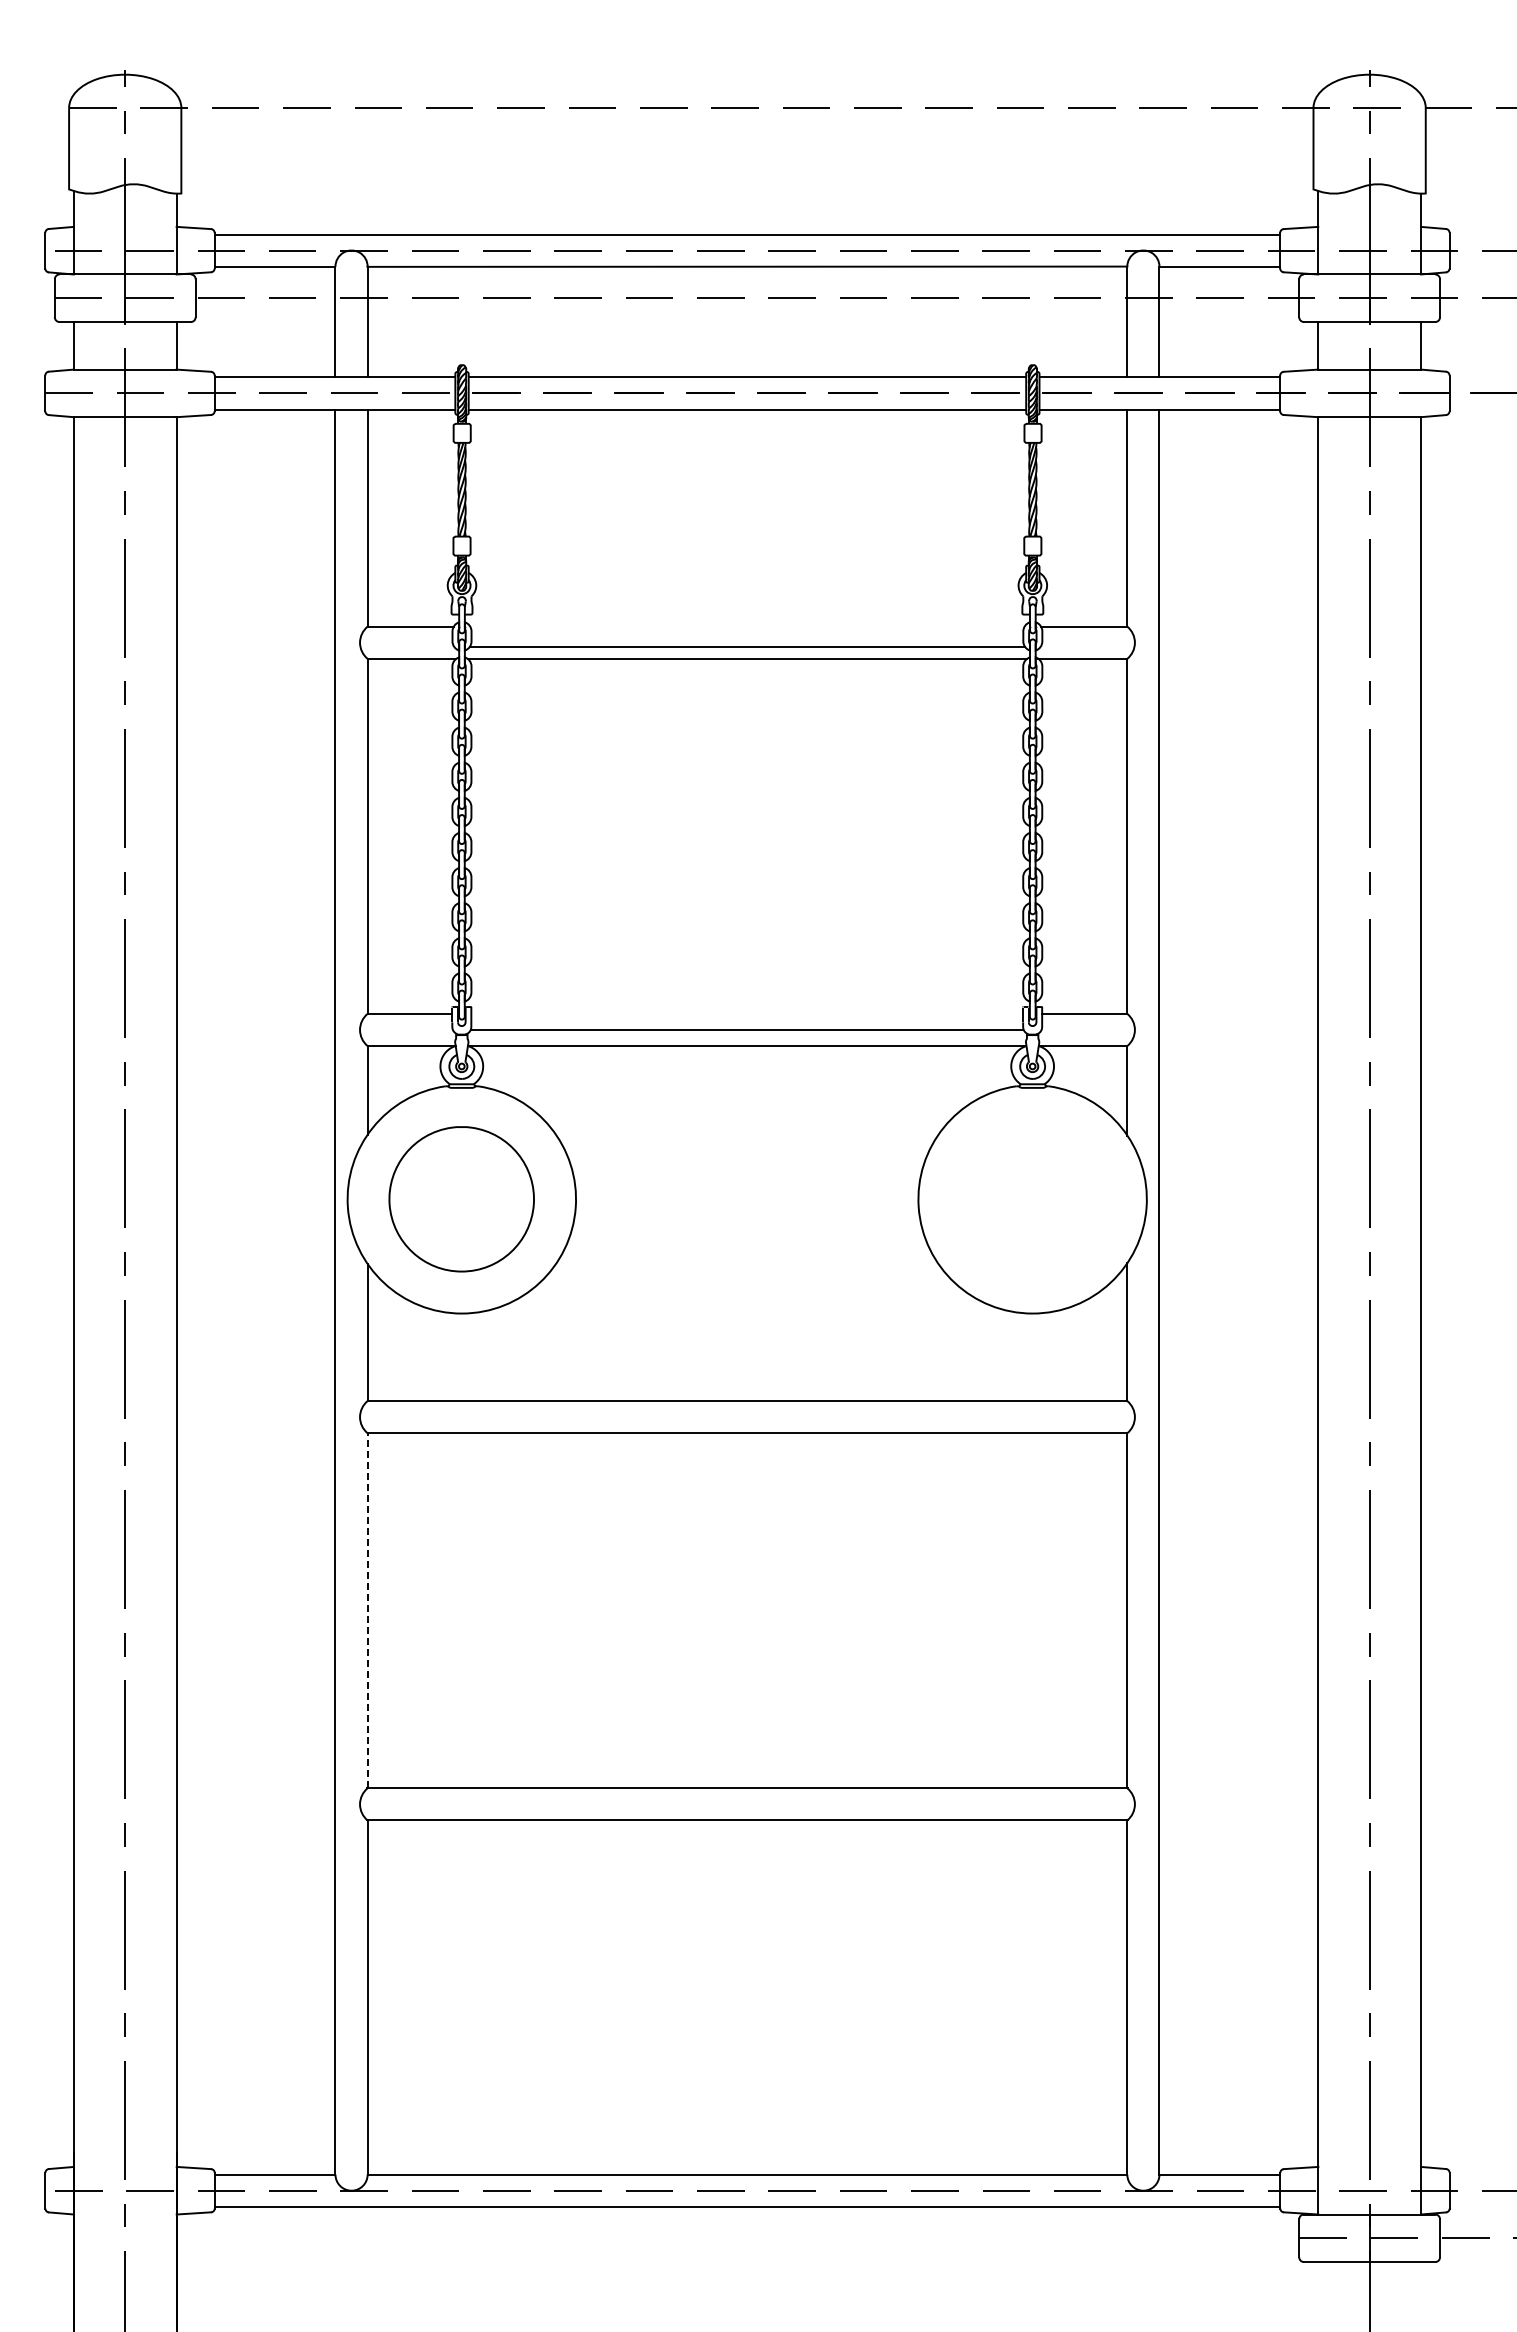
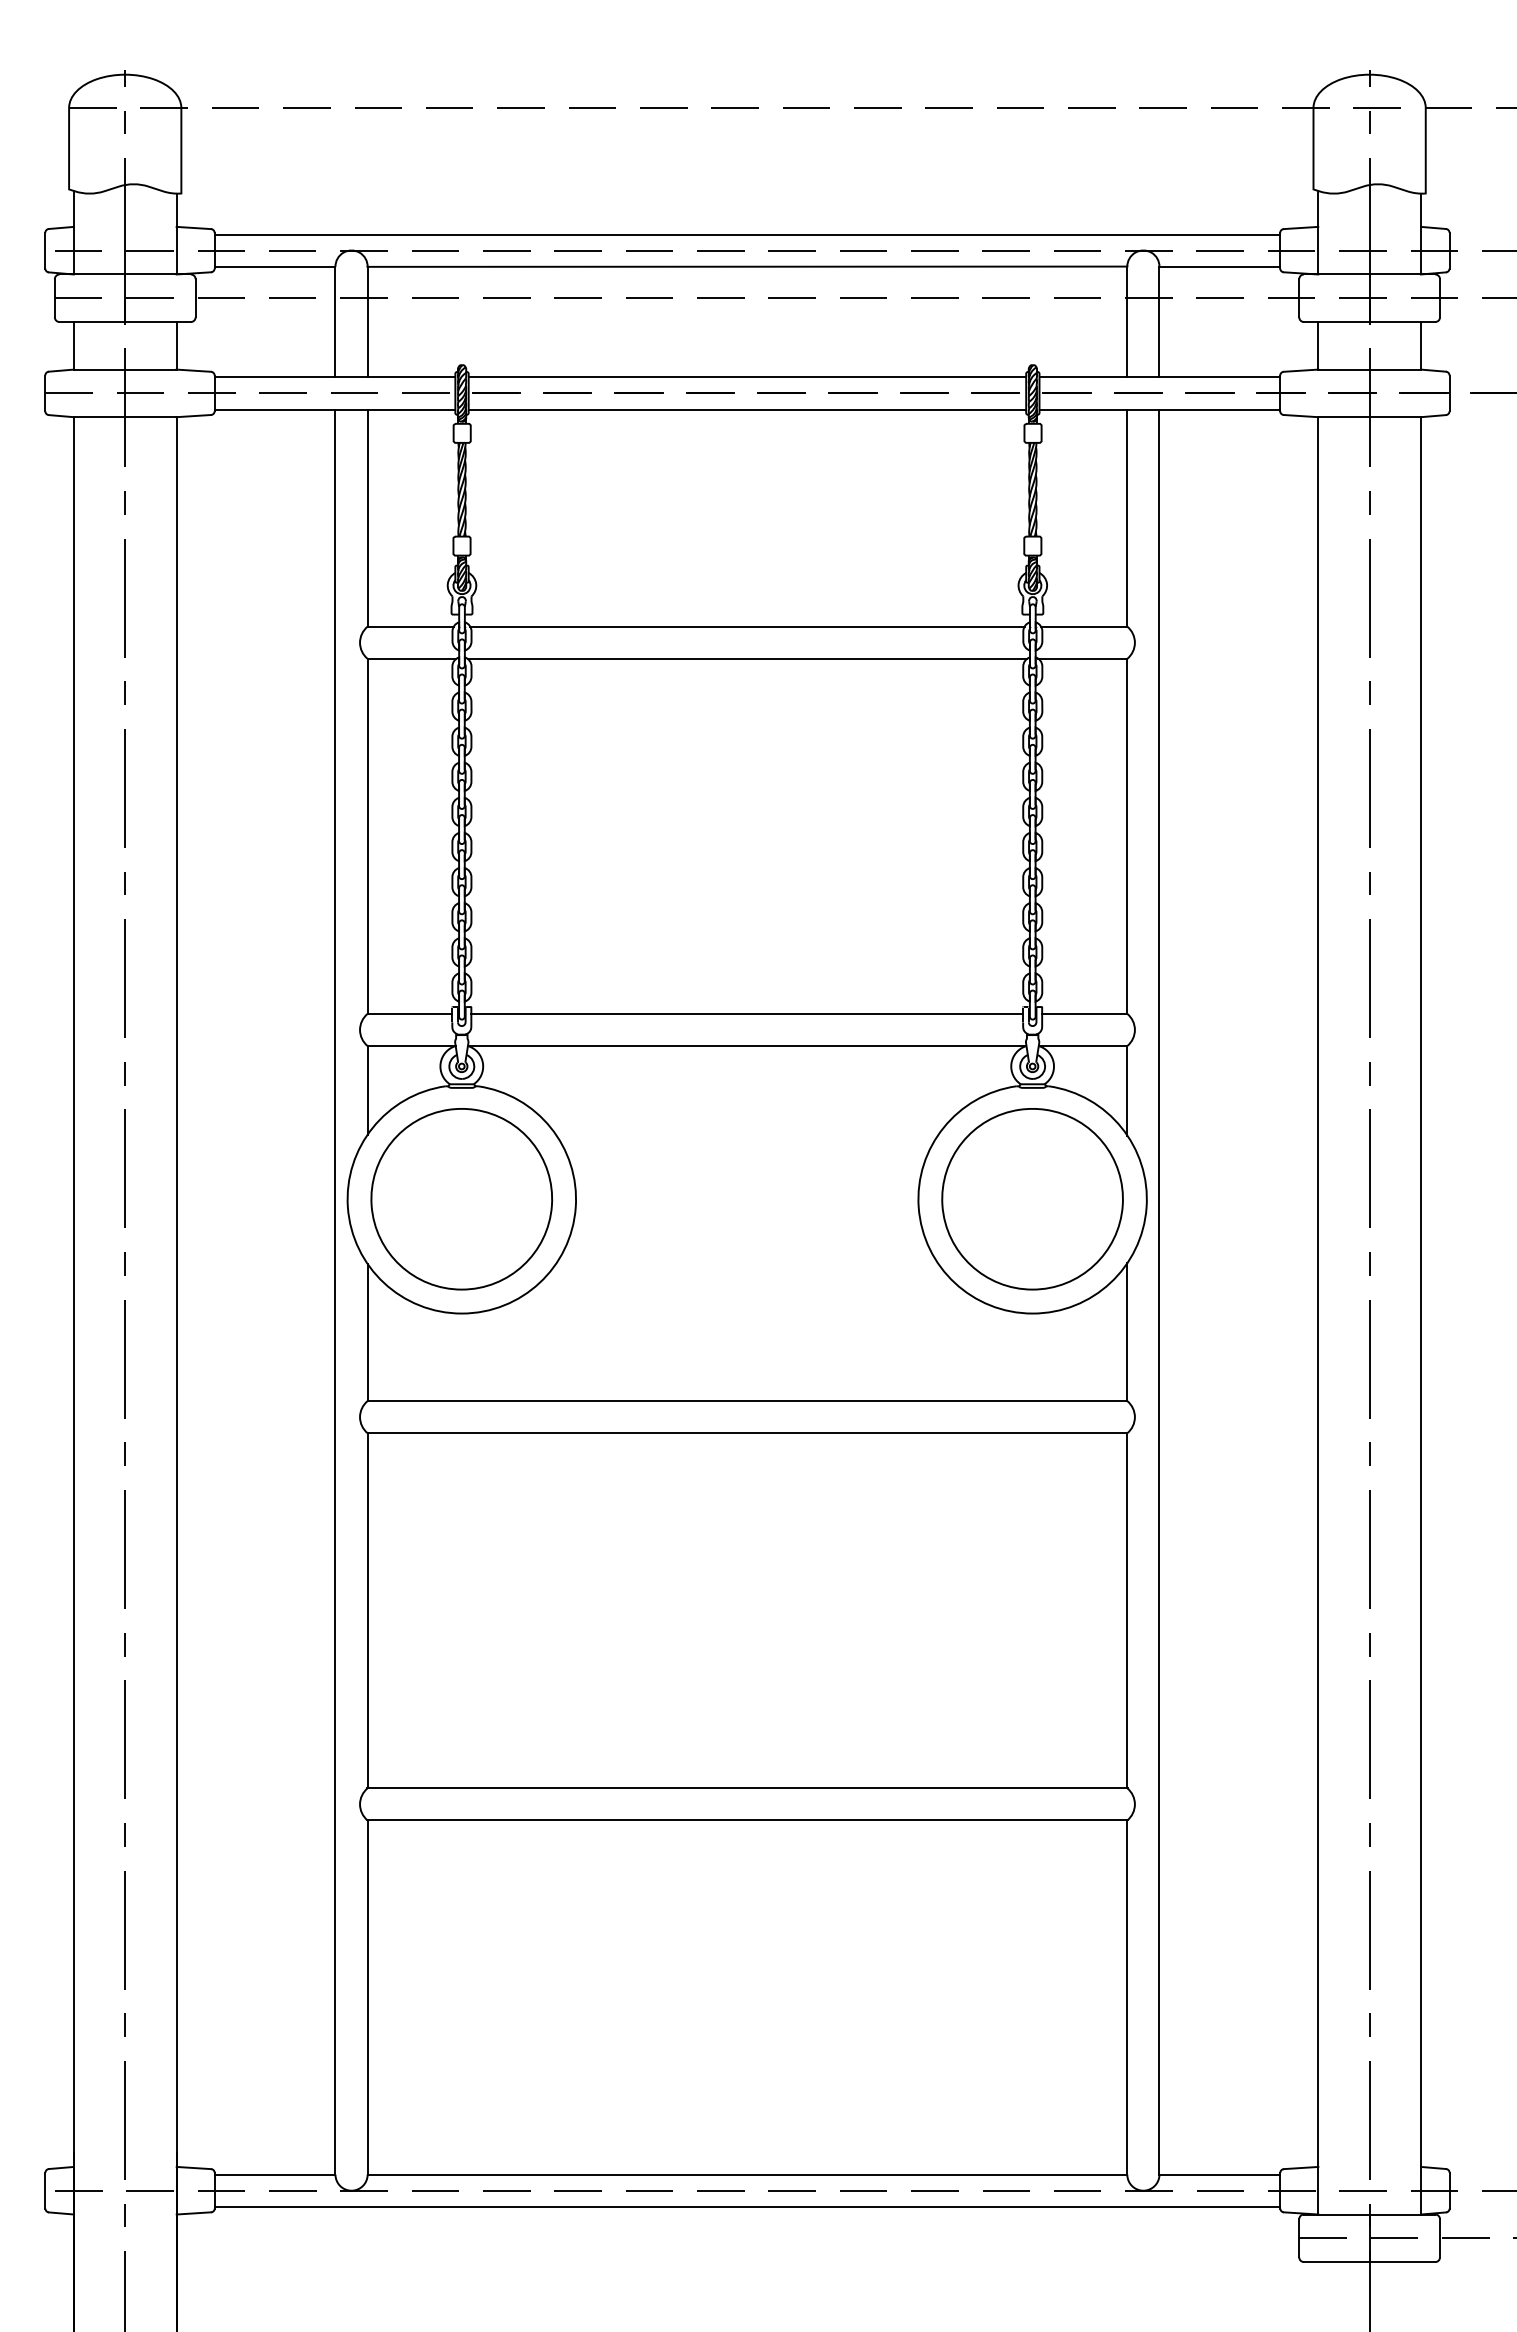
line at (747, 646) position: (747, 646) -> (747, 626)
line at (747, 1029) position: (747, 1029) -> (747, 1013)
part at (461, 1199) size: 147x147 px -> 183x183 px
part at (1032, 1199): none -> present
line at (367, 1610): dashed -> solid
